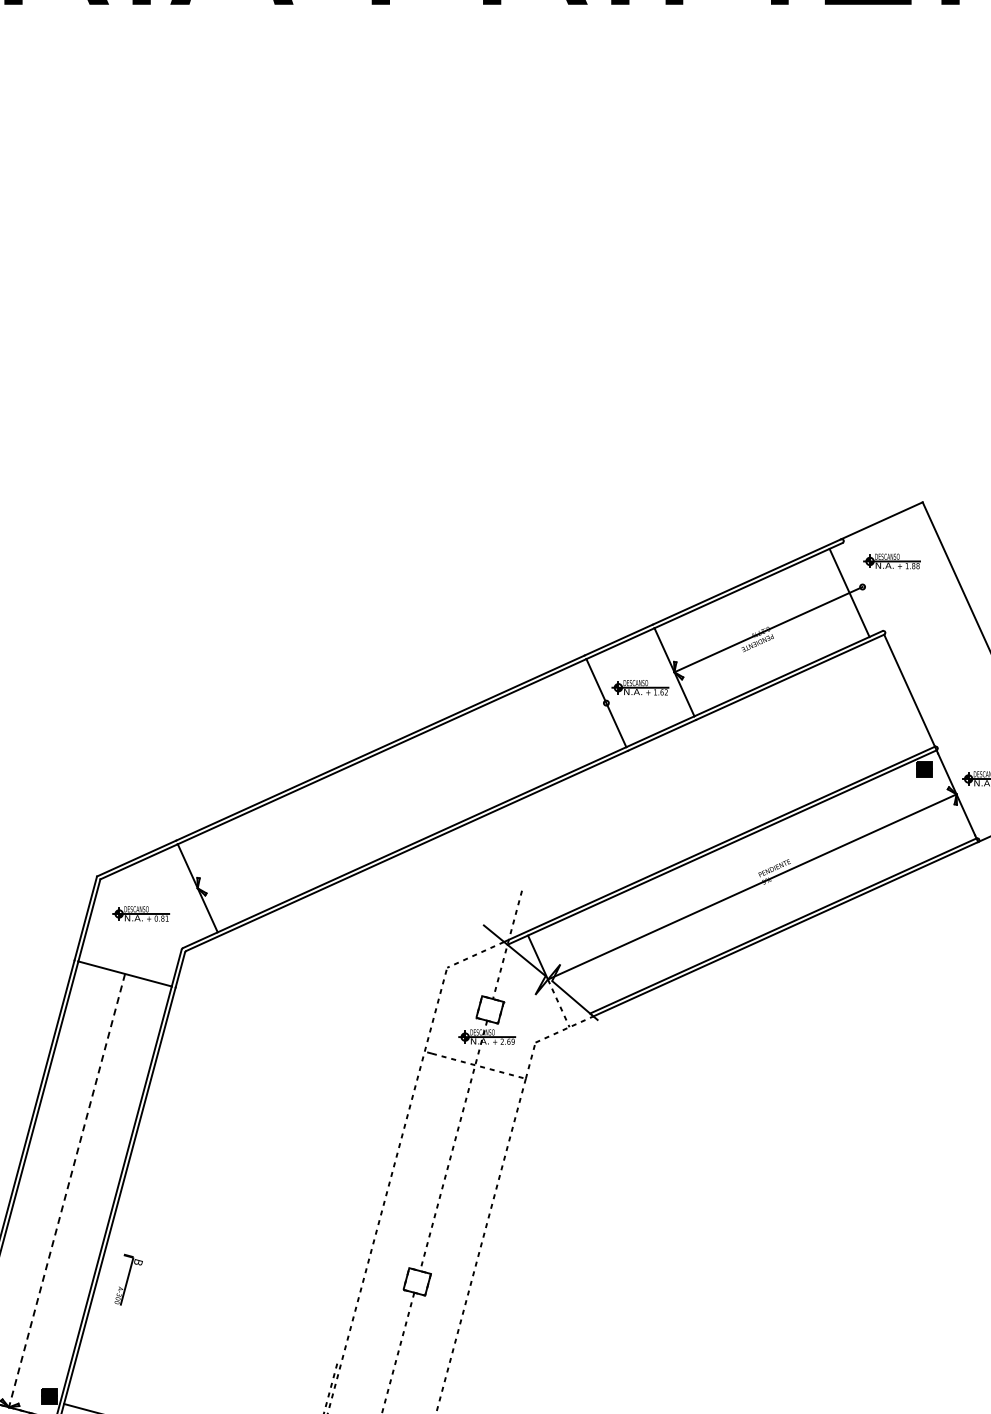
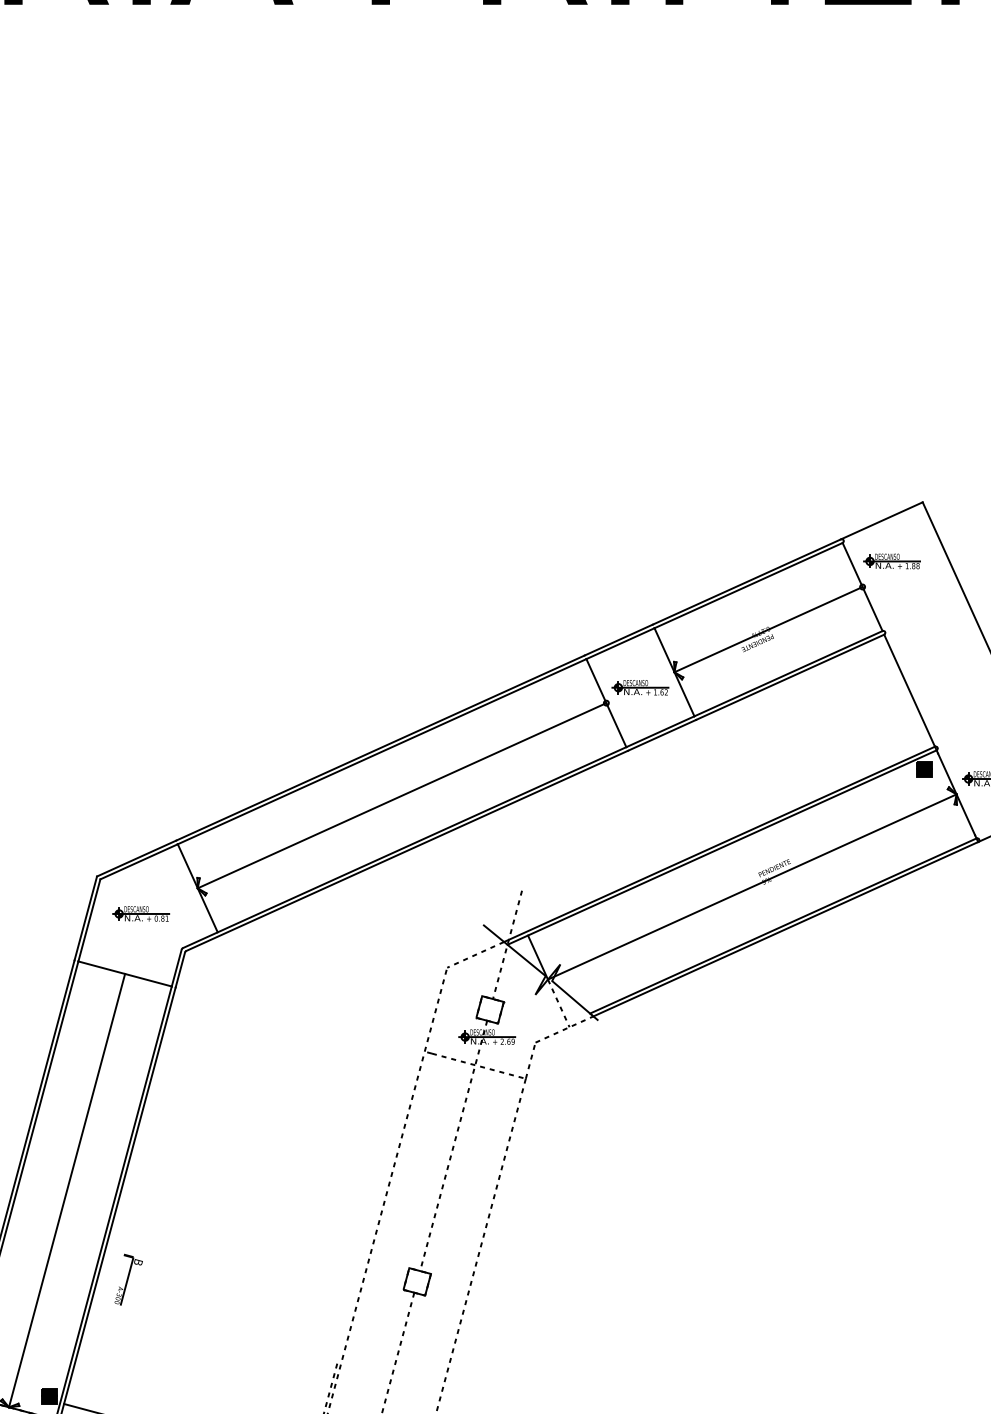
line at (849, 592) position: (849, 592) -> (862, 586)
line at (401, 795): none -> present
line at (66, 1191): dashed -> solid
